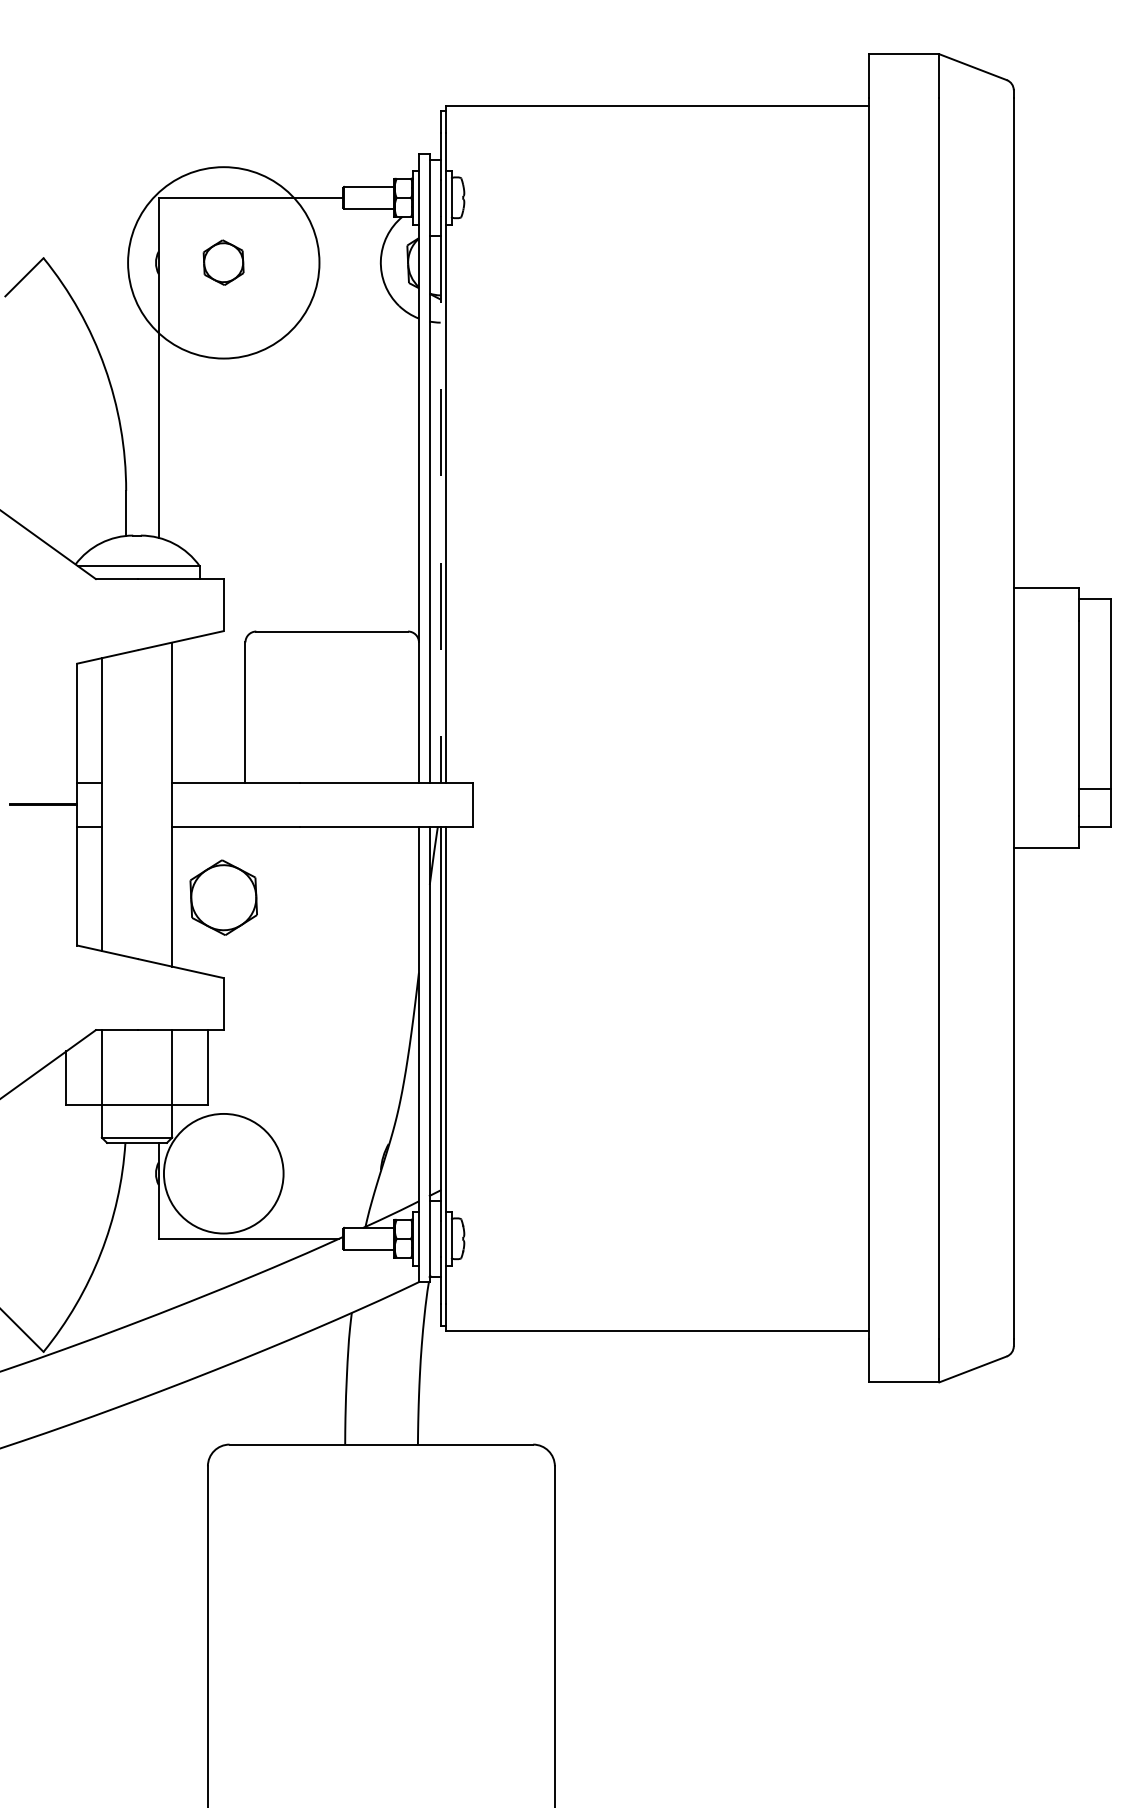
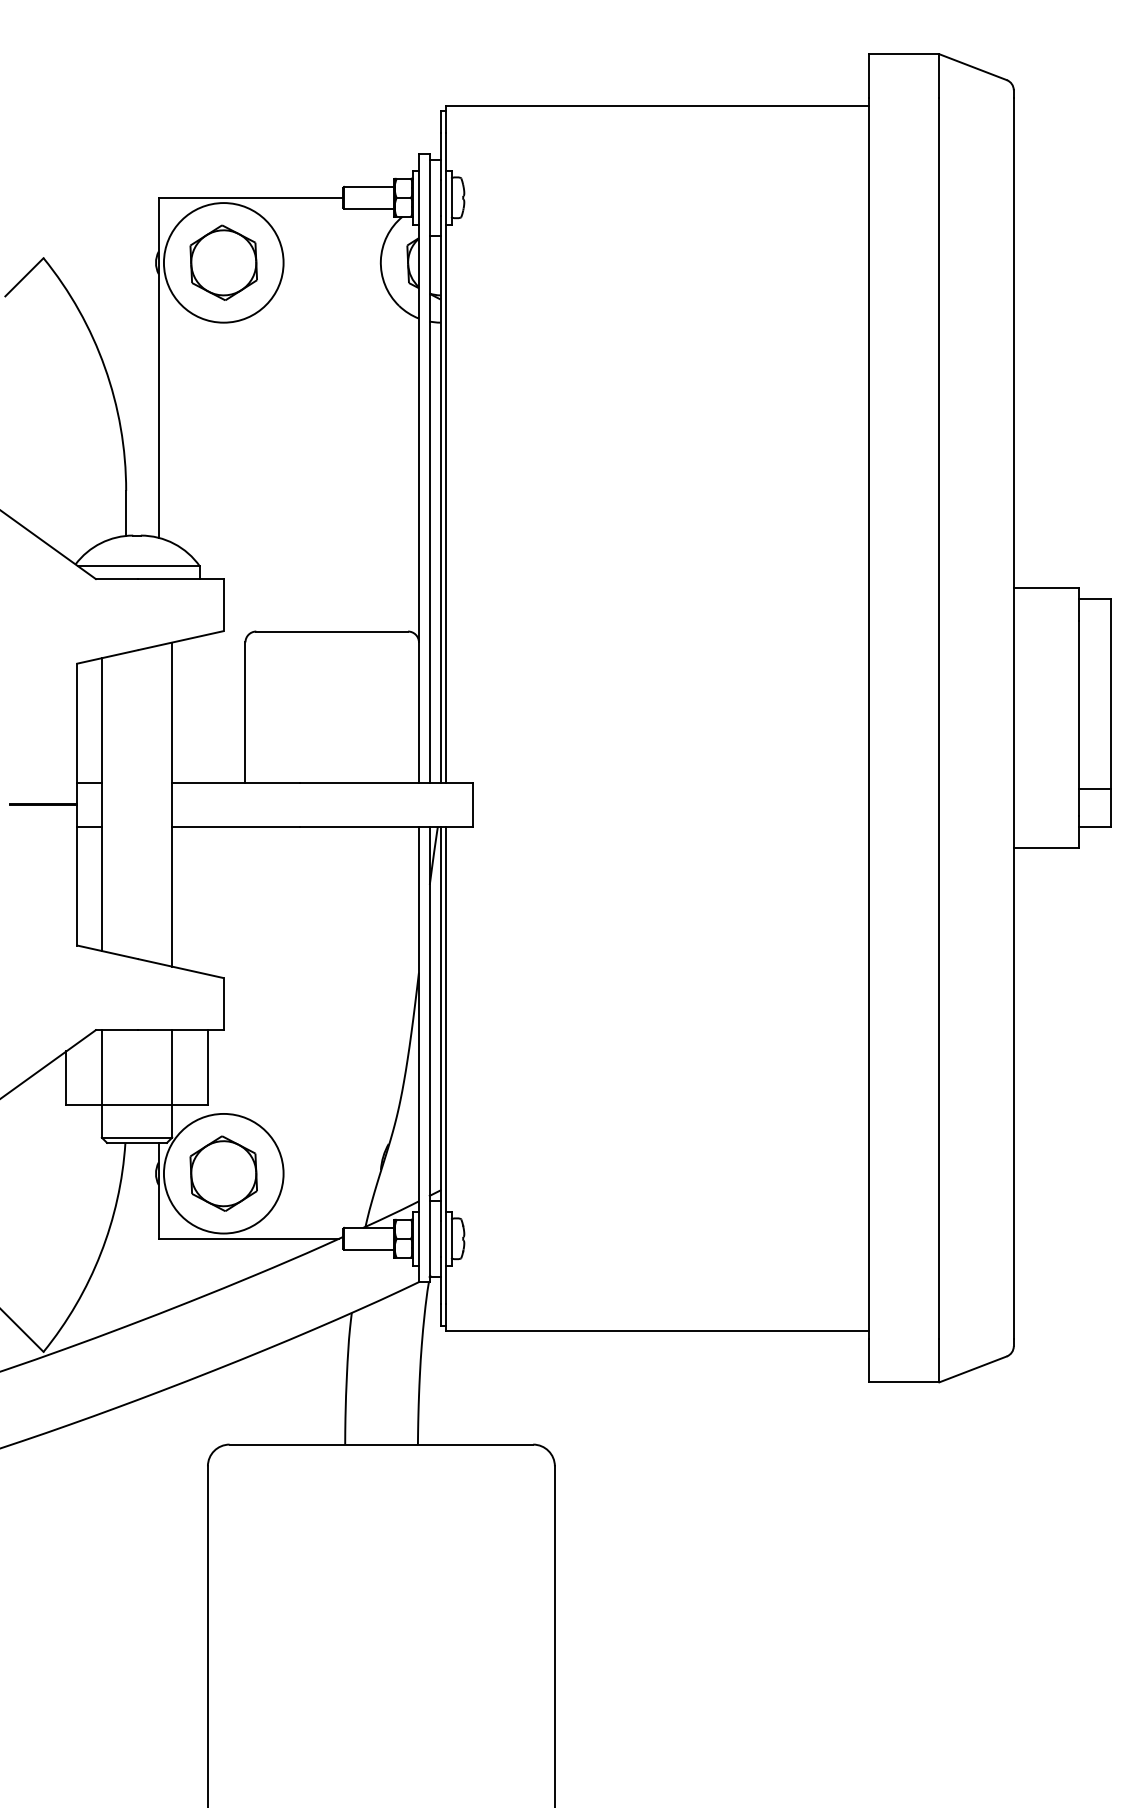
circle at (223, 262) diameter: 191 px -> 120 px
part at (223, 262) size: 43x47 px -> 69x77 px
line at (440, 499): dashed -> solid
part at (223, 897) position: (223, 897) -> (223, 1173)
